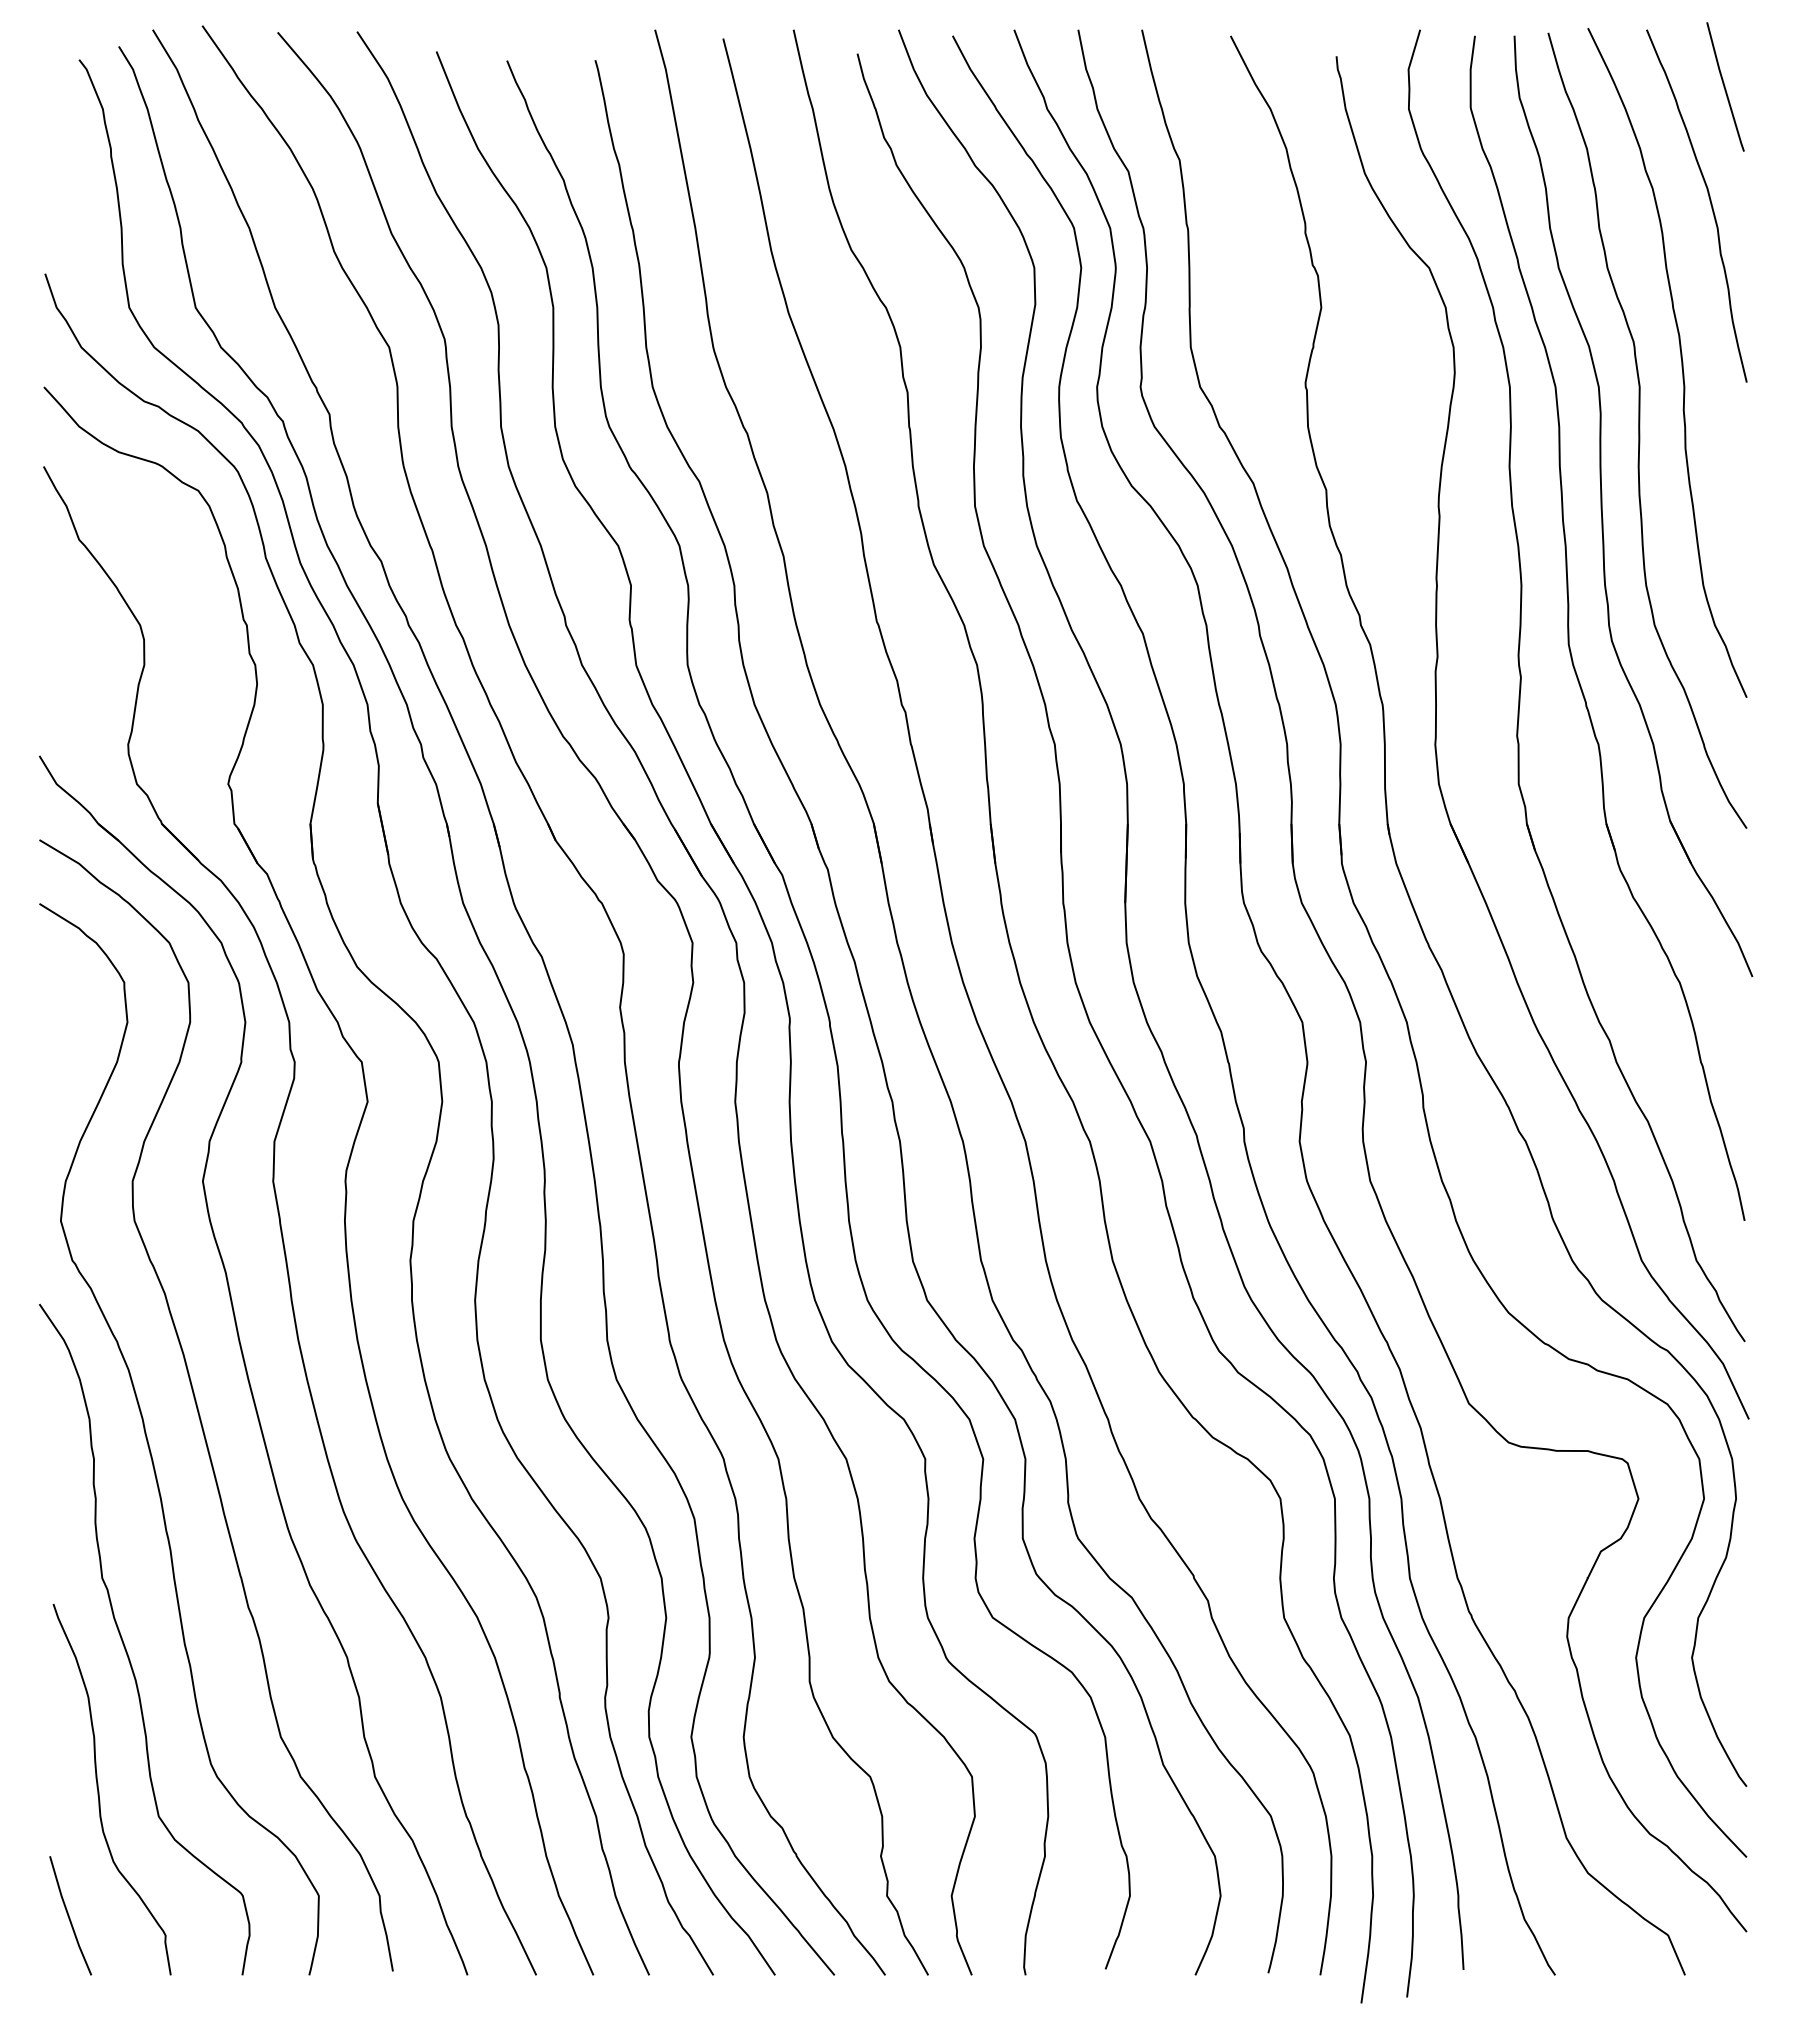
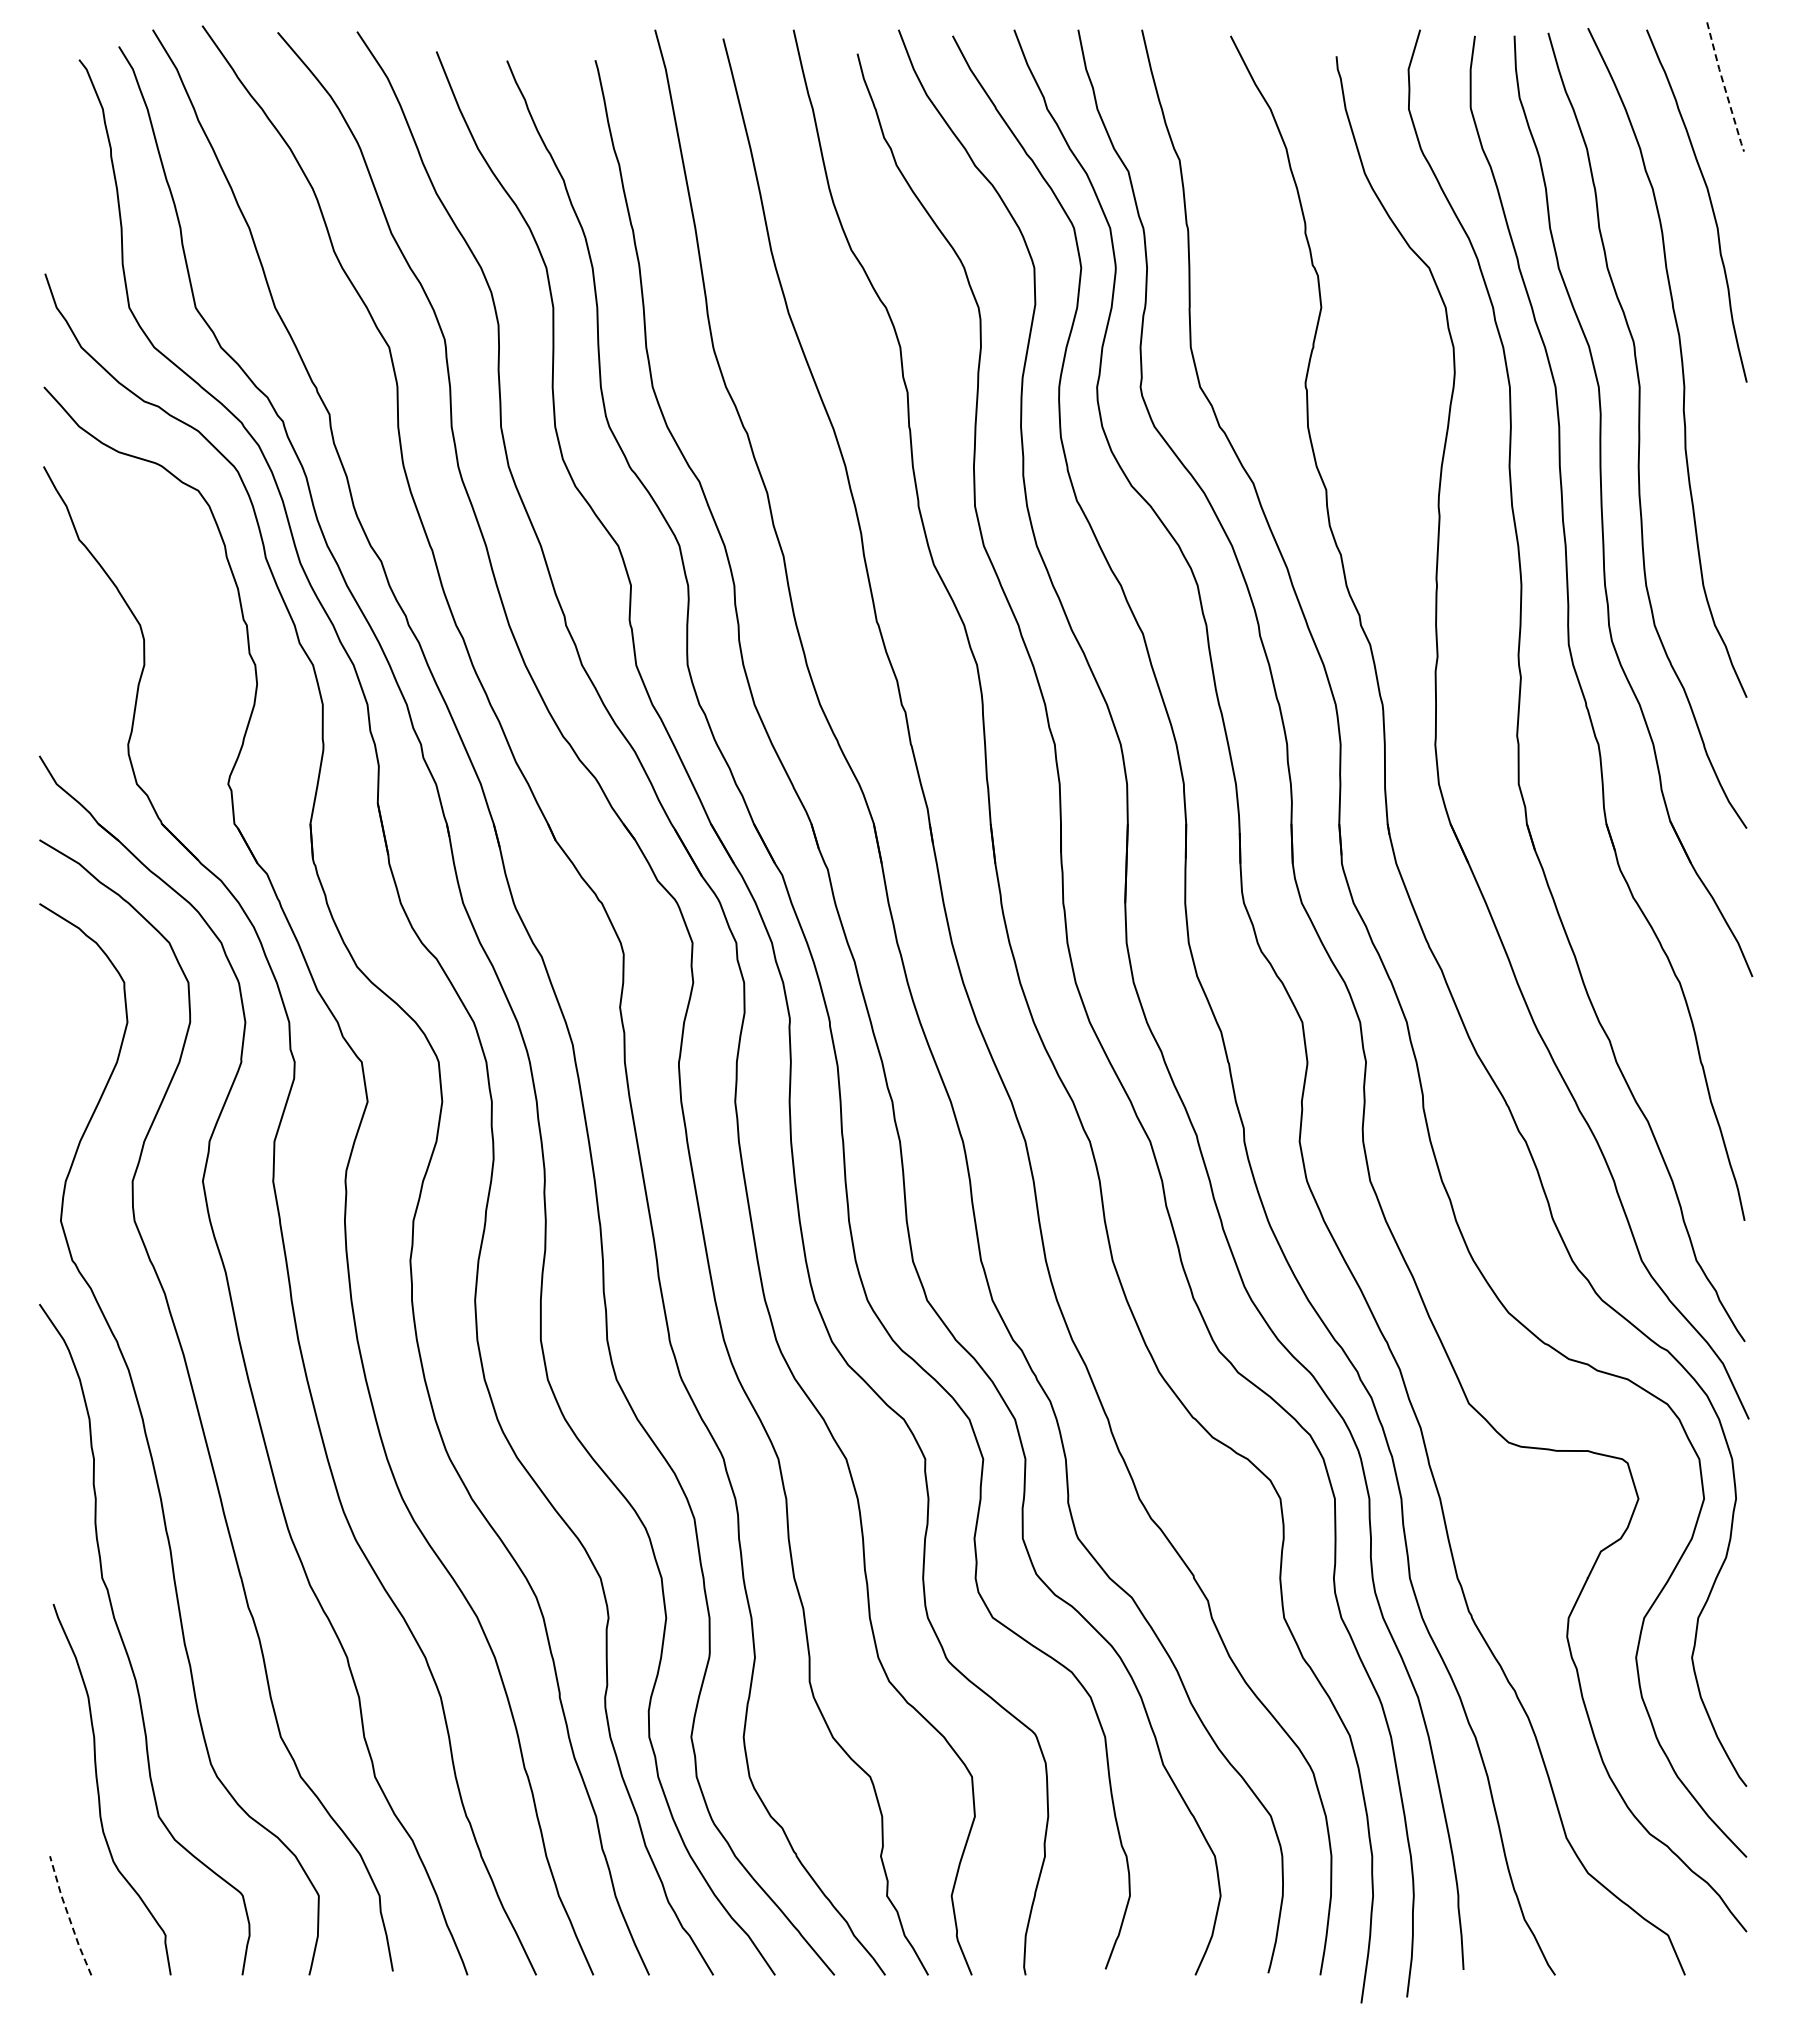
line at (1724, 87): solid -> dashed
line at (68, 1916): solid -> dashed
